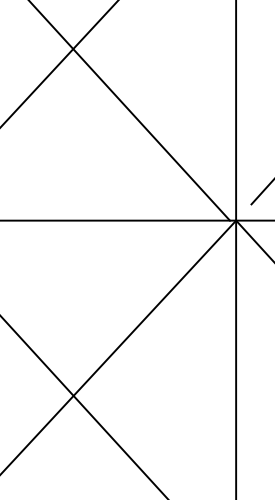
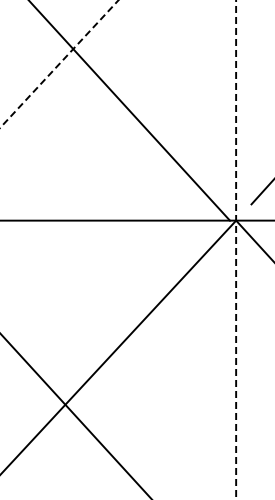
line at (59, 64): solid -> dashed
line at (236, 251): solid -> dashed
line at (83, 406) position: (83, 406) -> (75, 415)
